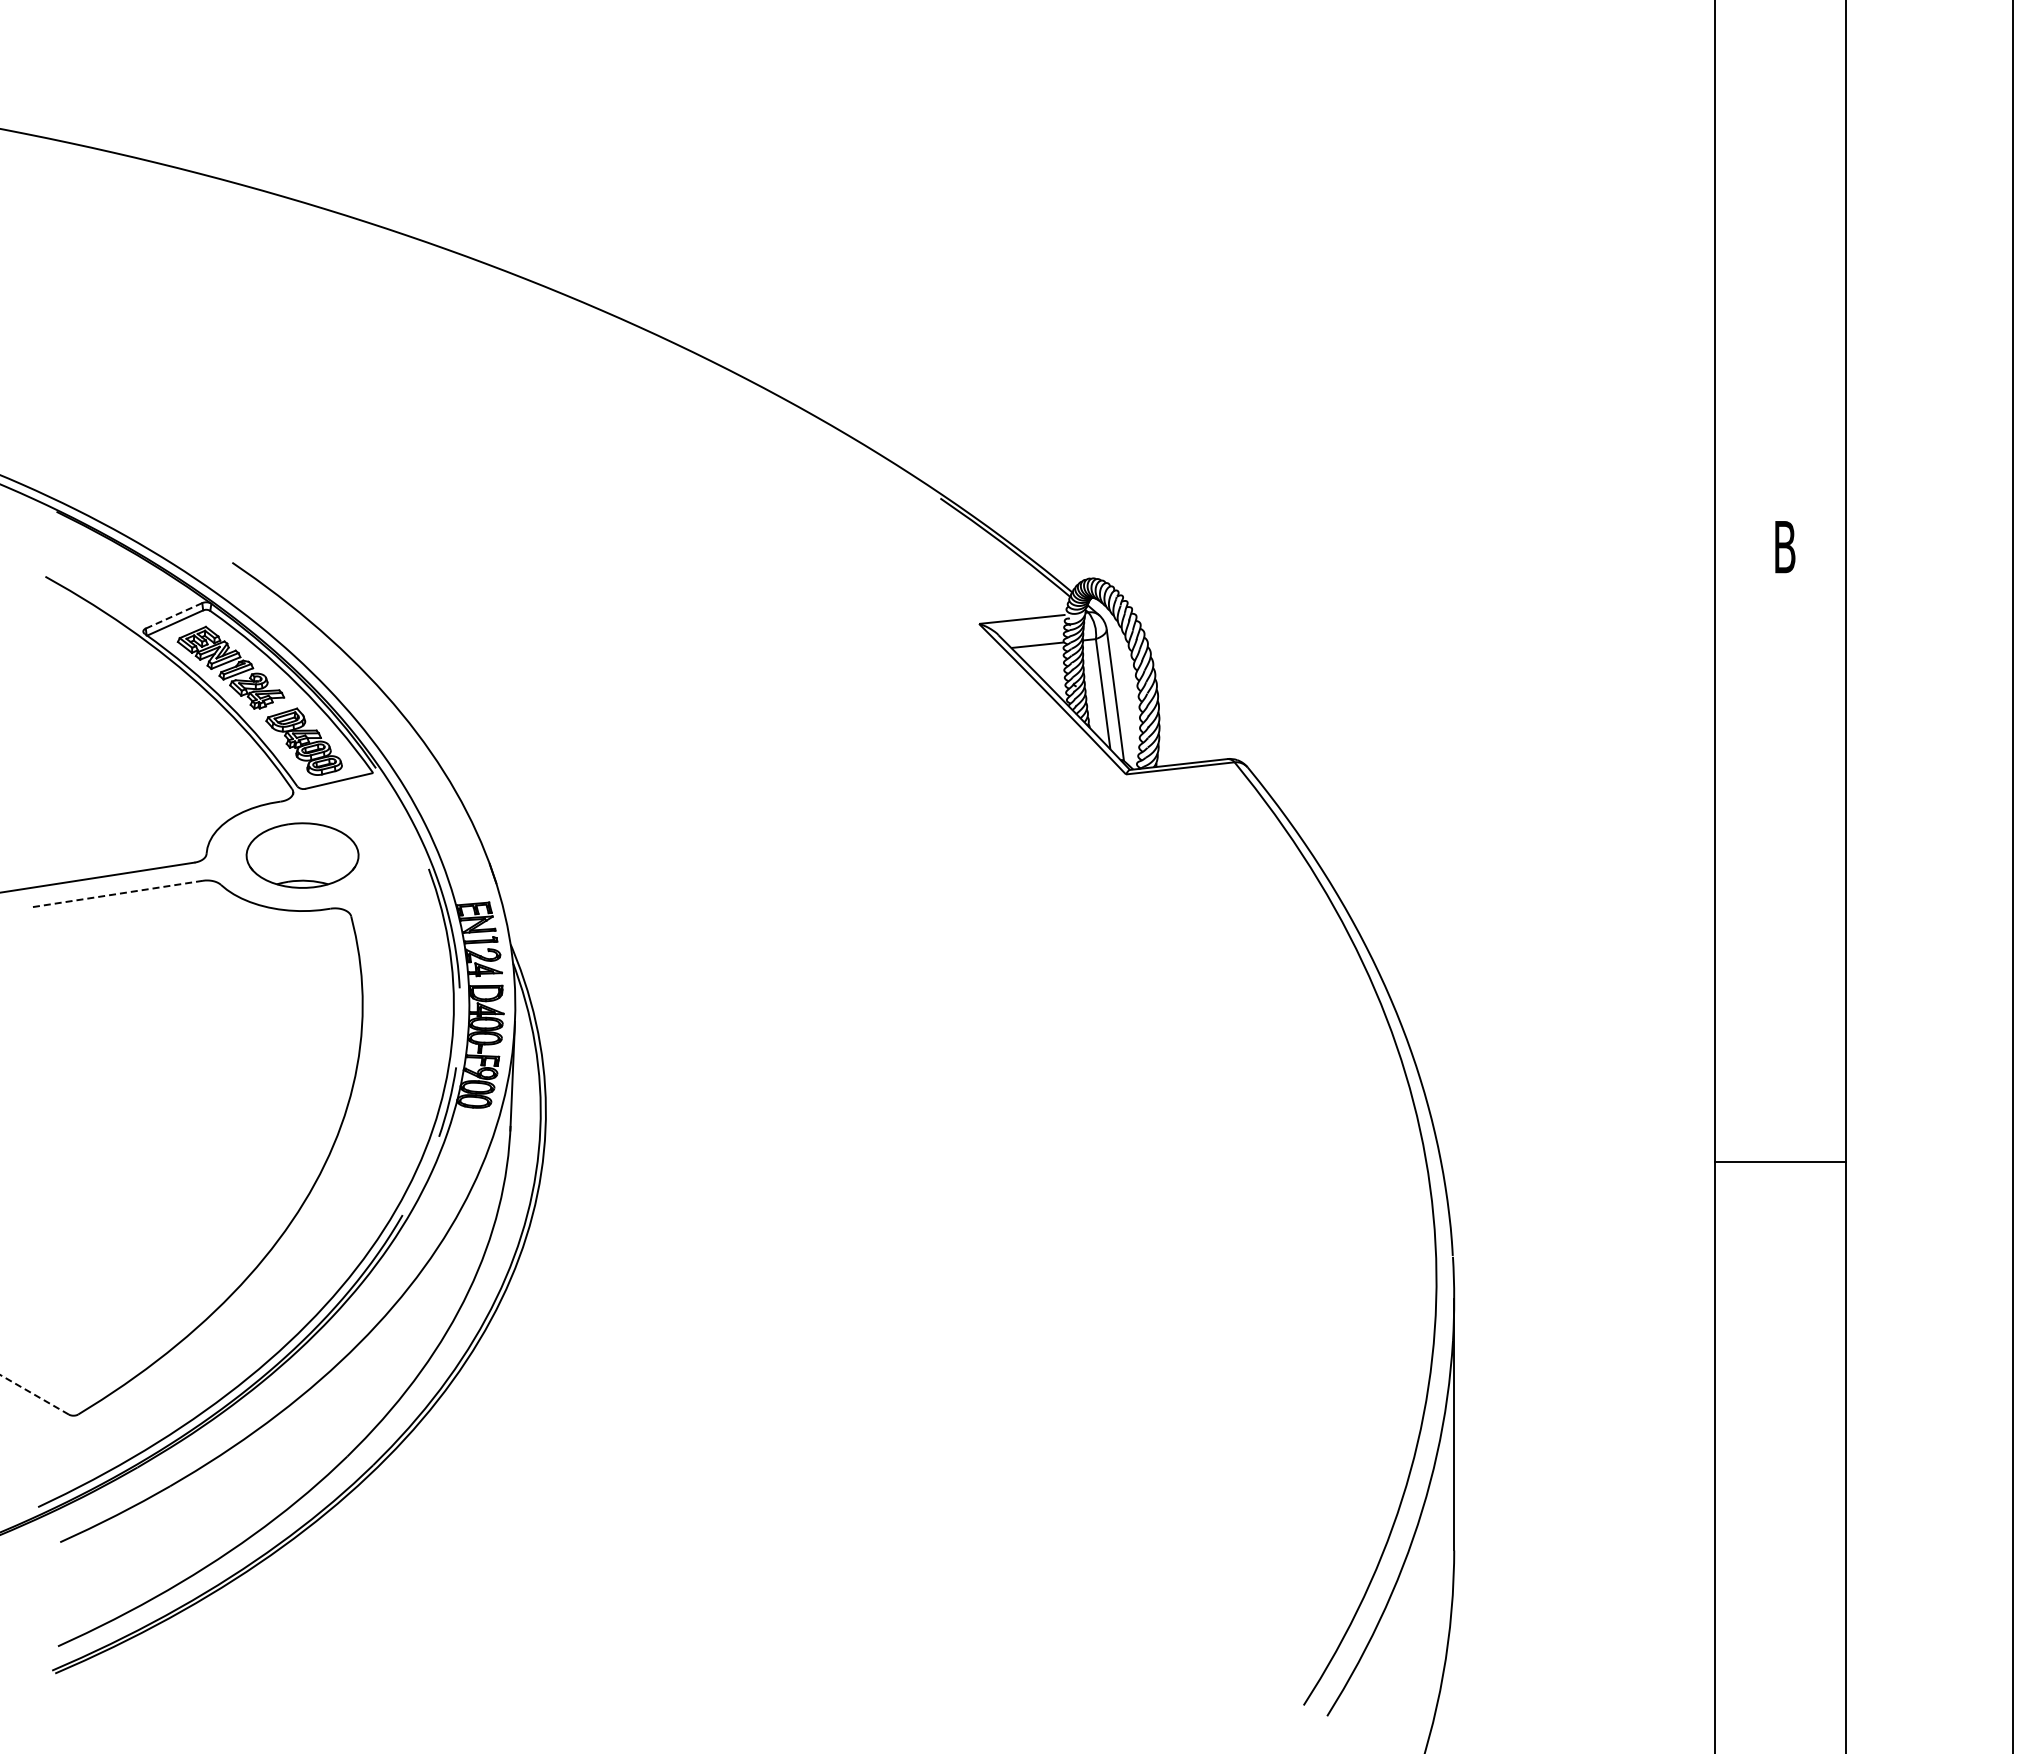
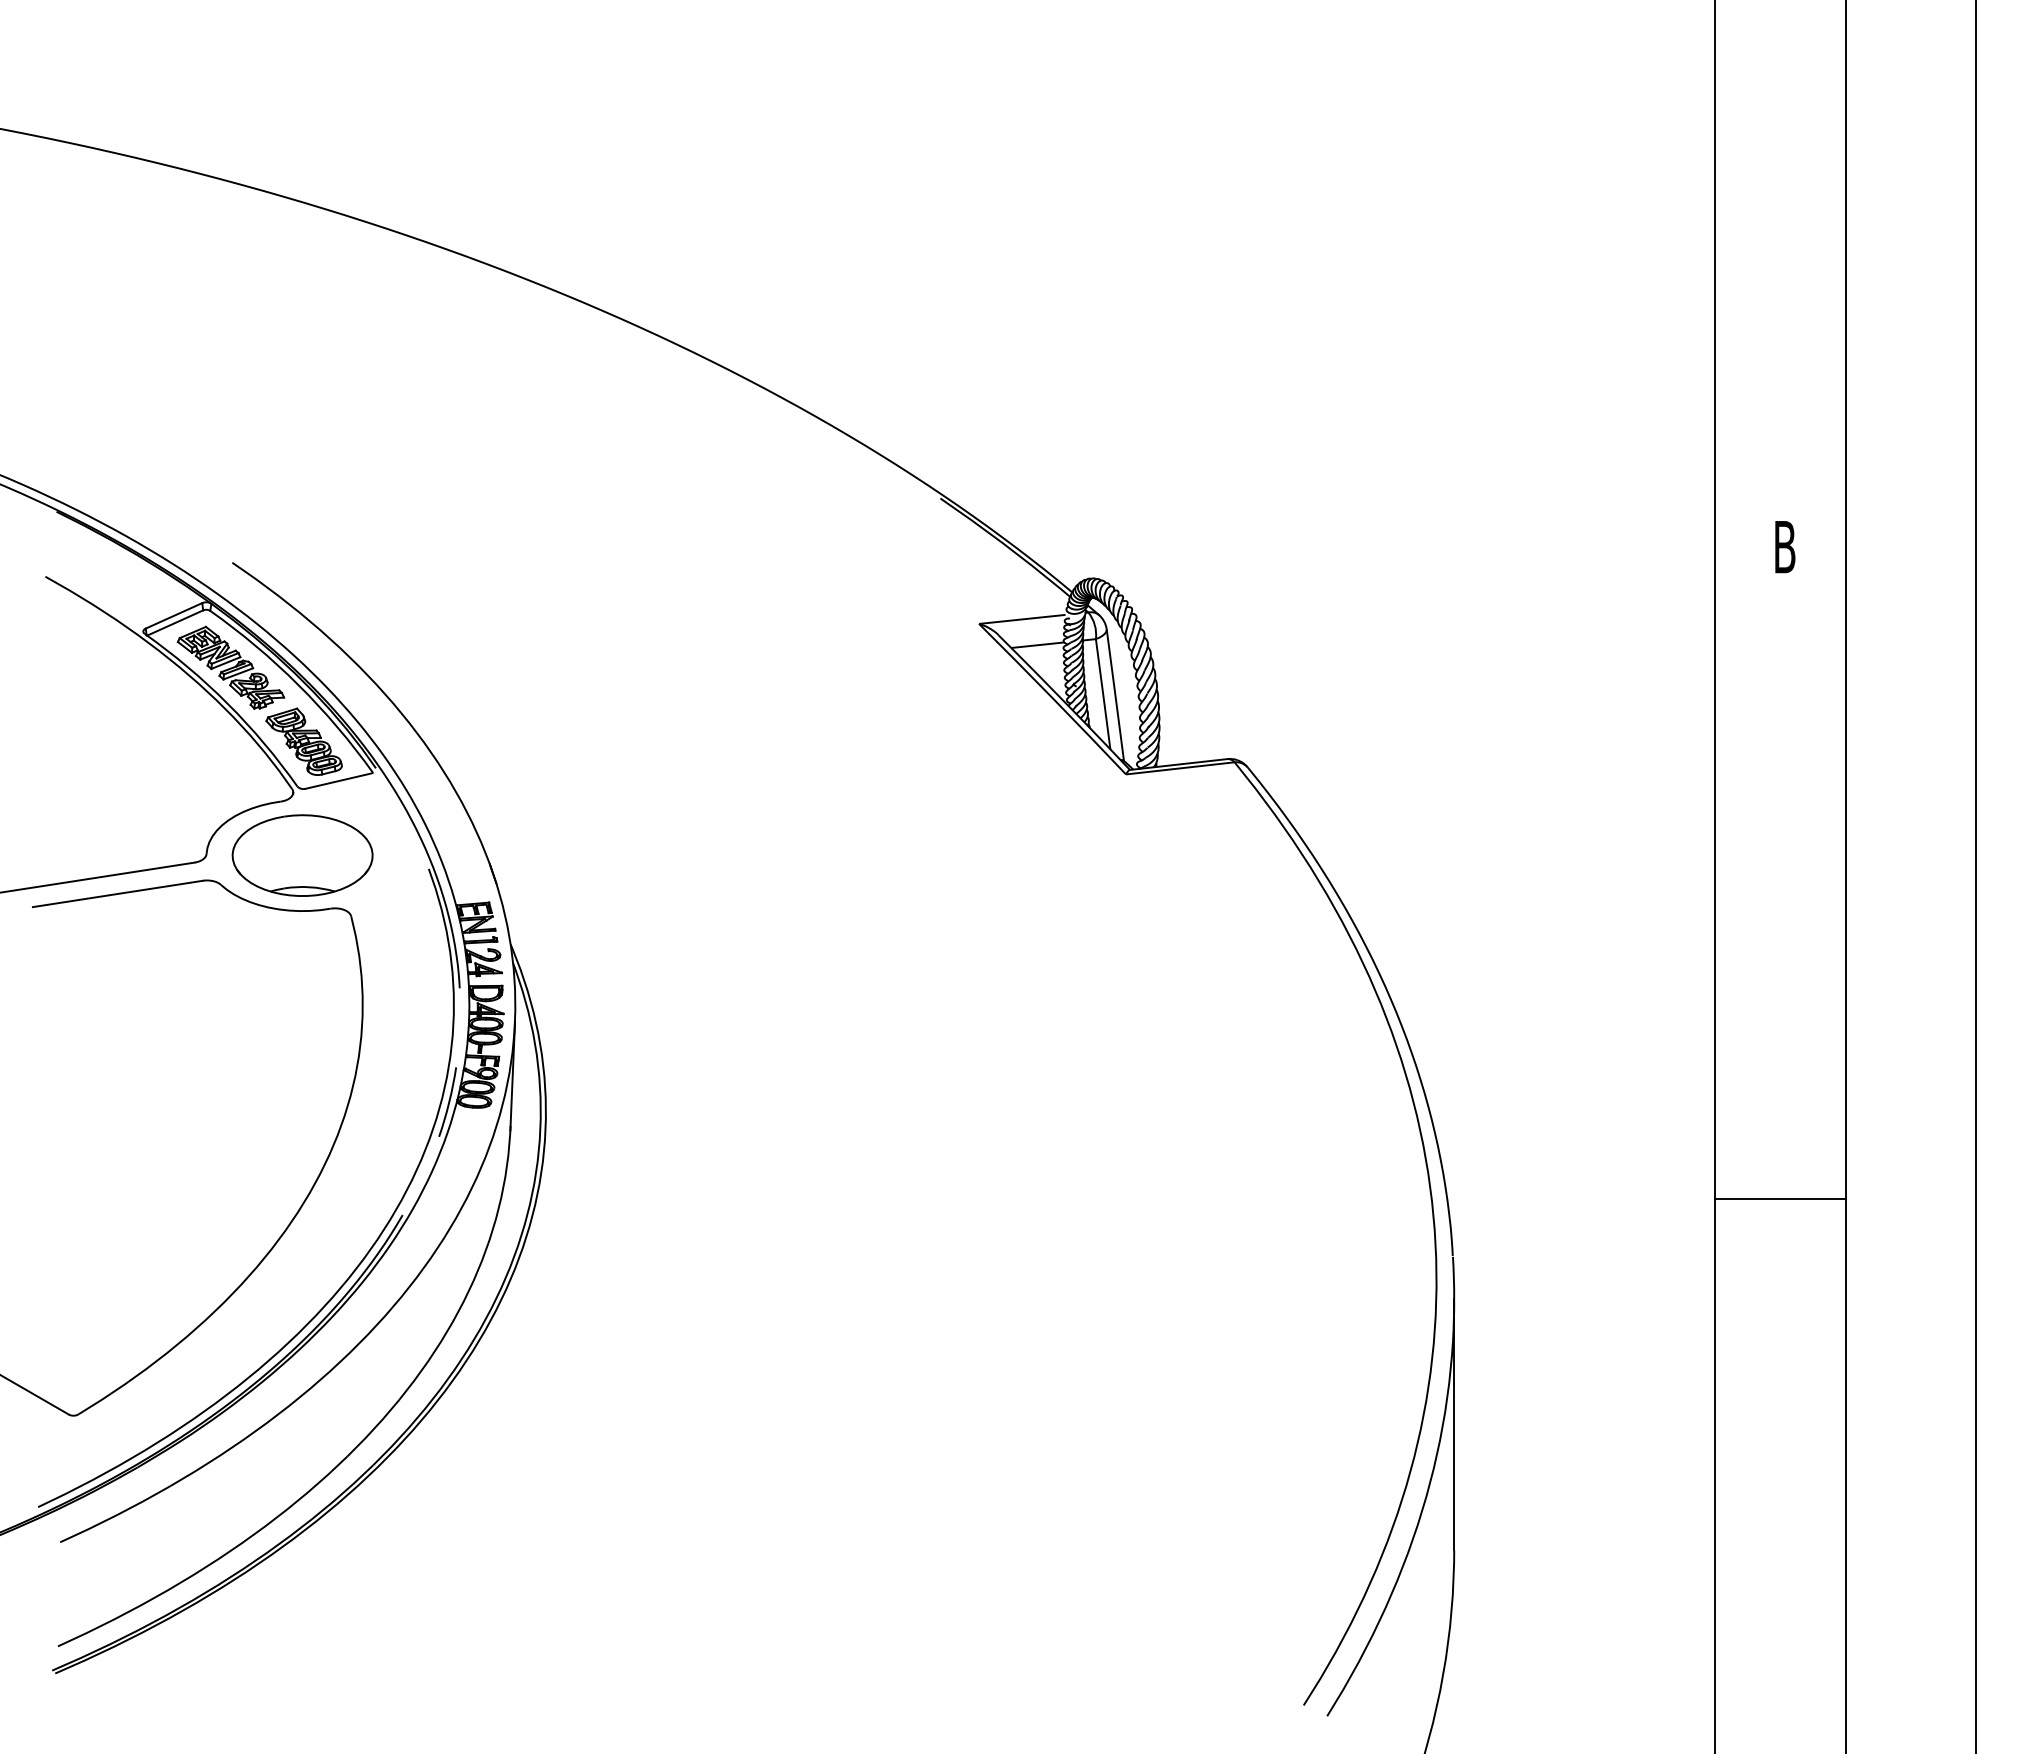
line at (174, 615): dashed -> solid
part at (302, 855) size: 115x67 px -> 143x83 px
line at (2012, 876) position: (2012, 876) -> (1975, 876)
line at (117, 894): dashed -> solid
line at (1780, 1162) position: (1780, 1162) -> (1780, 1199)
line at (34, 1394): dashed -> solid
